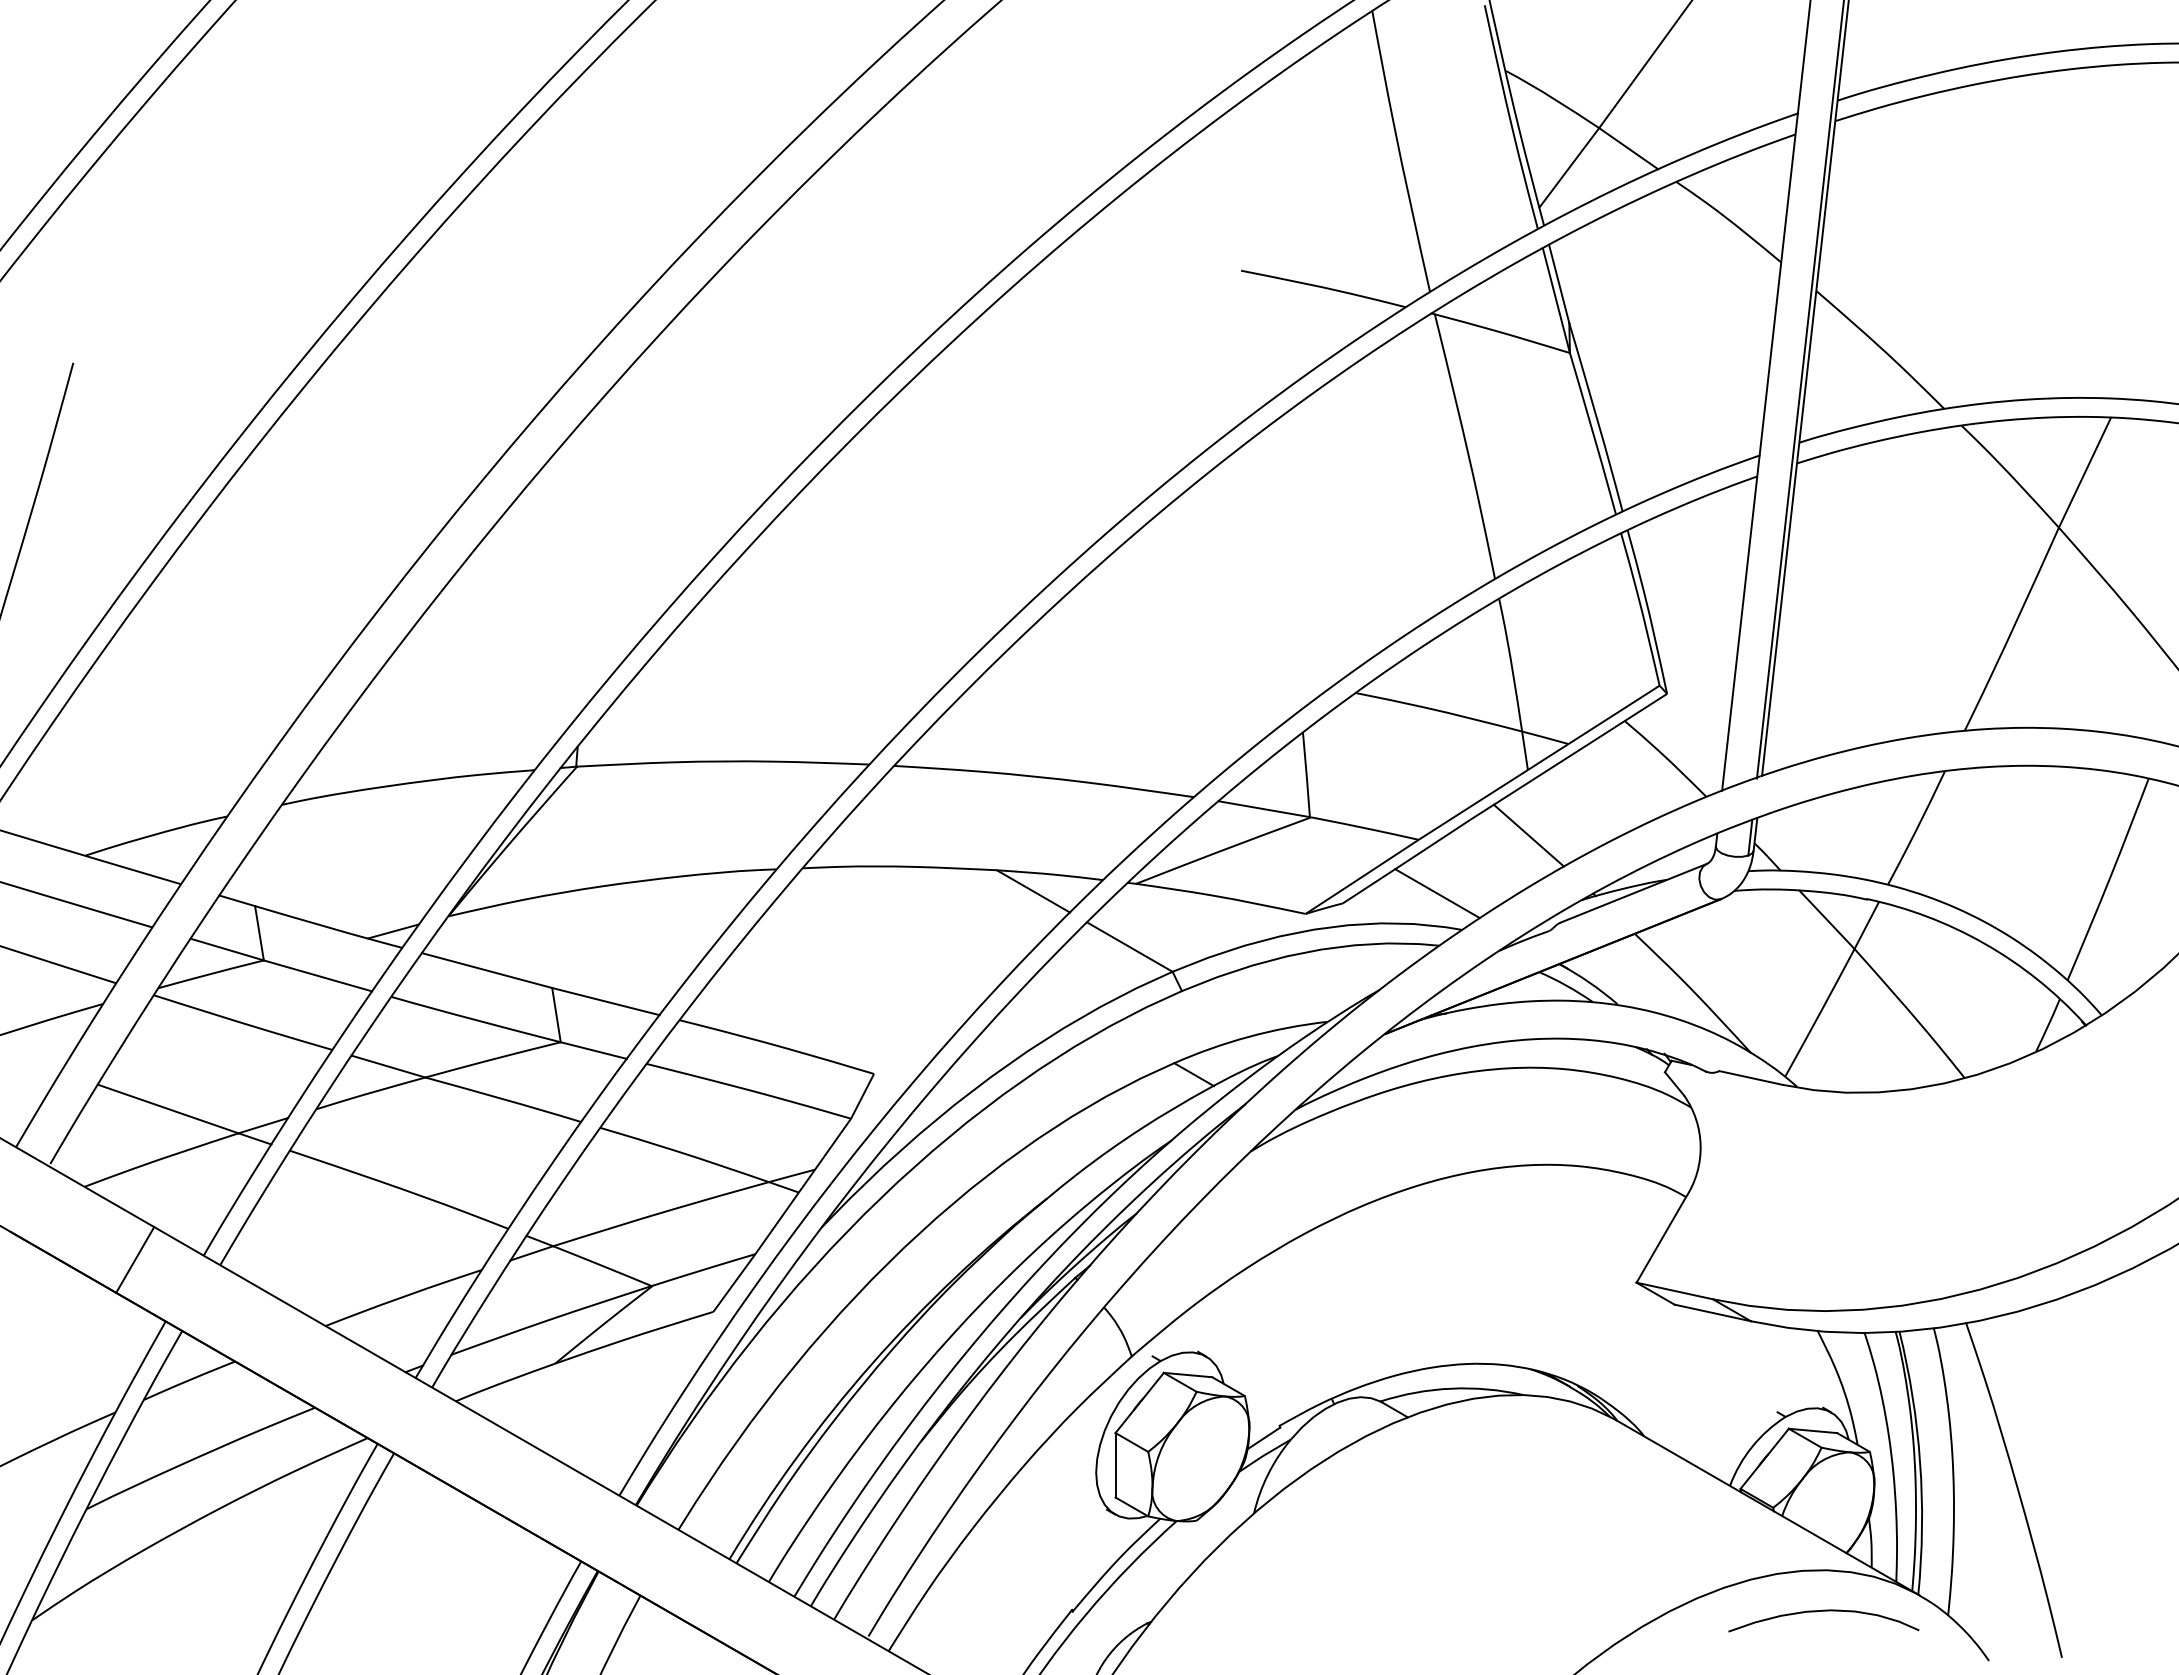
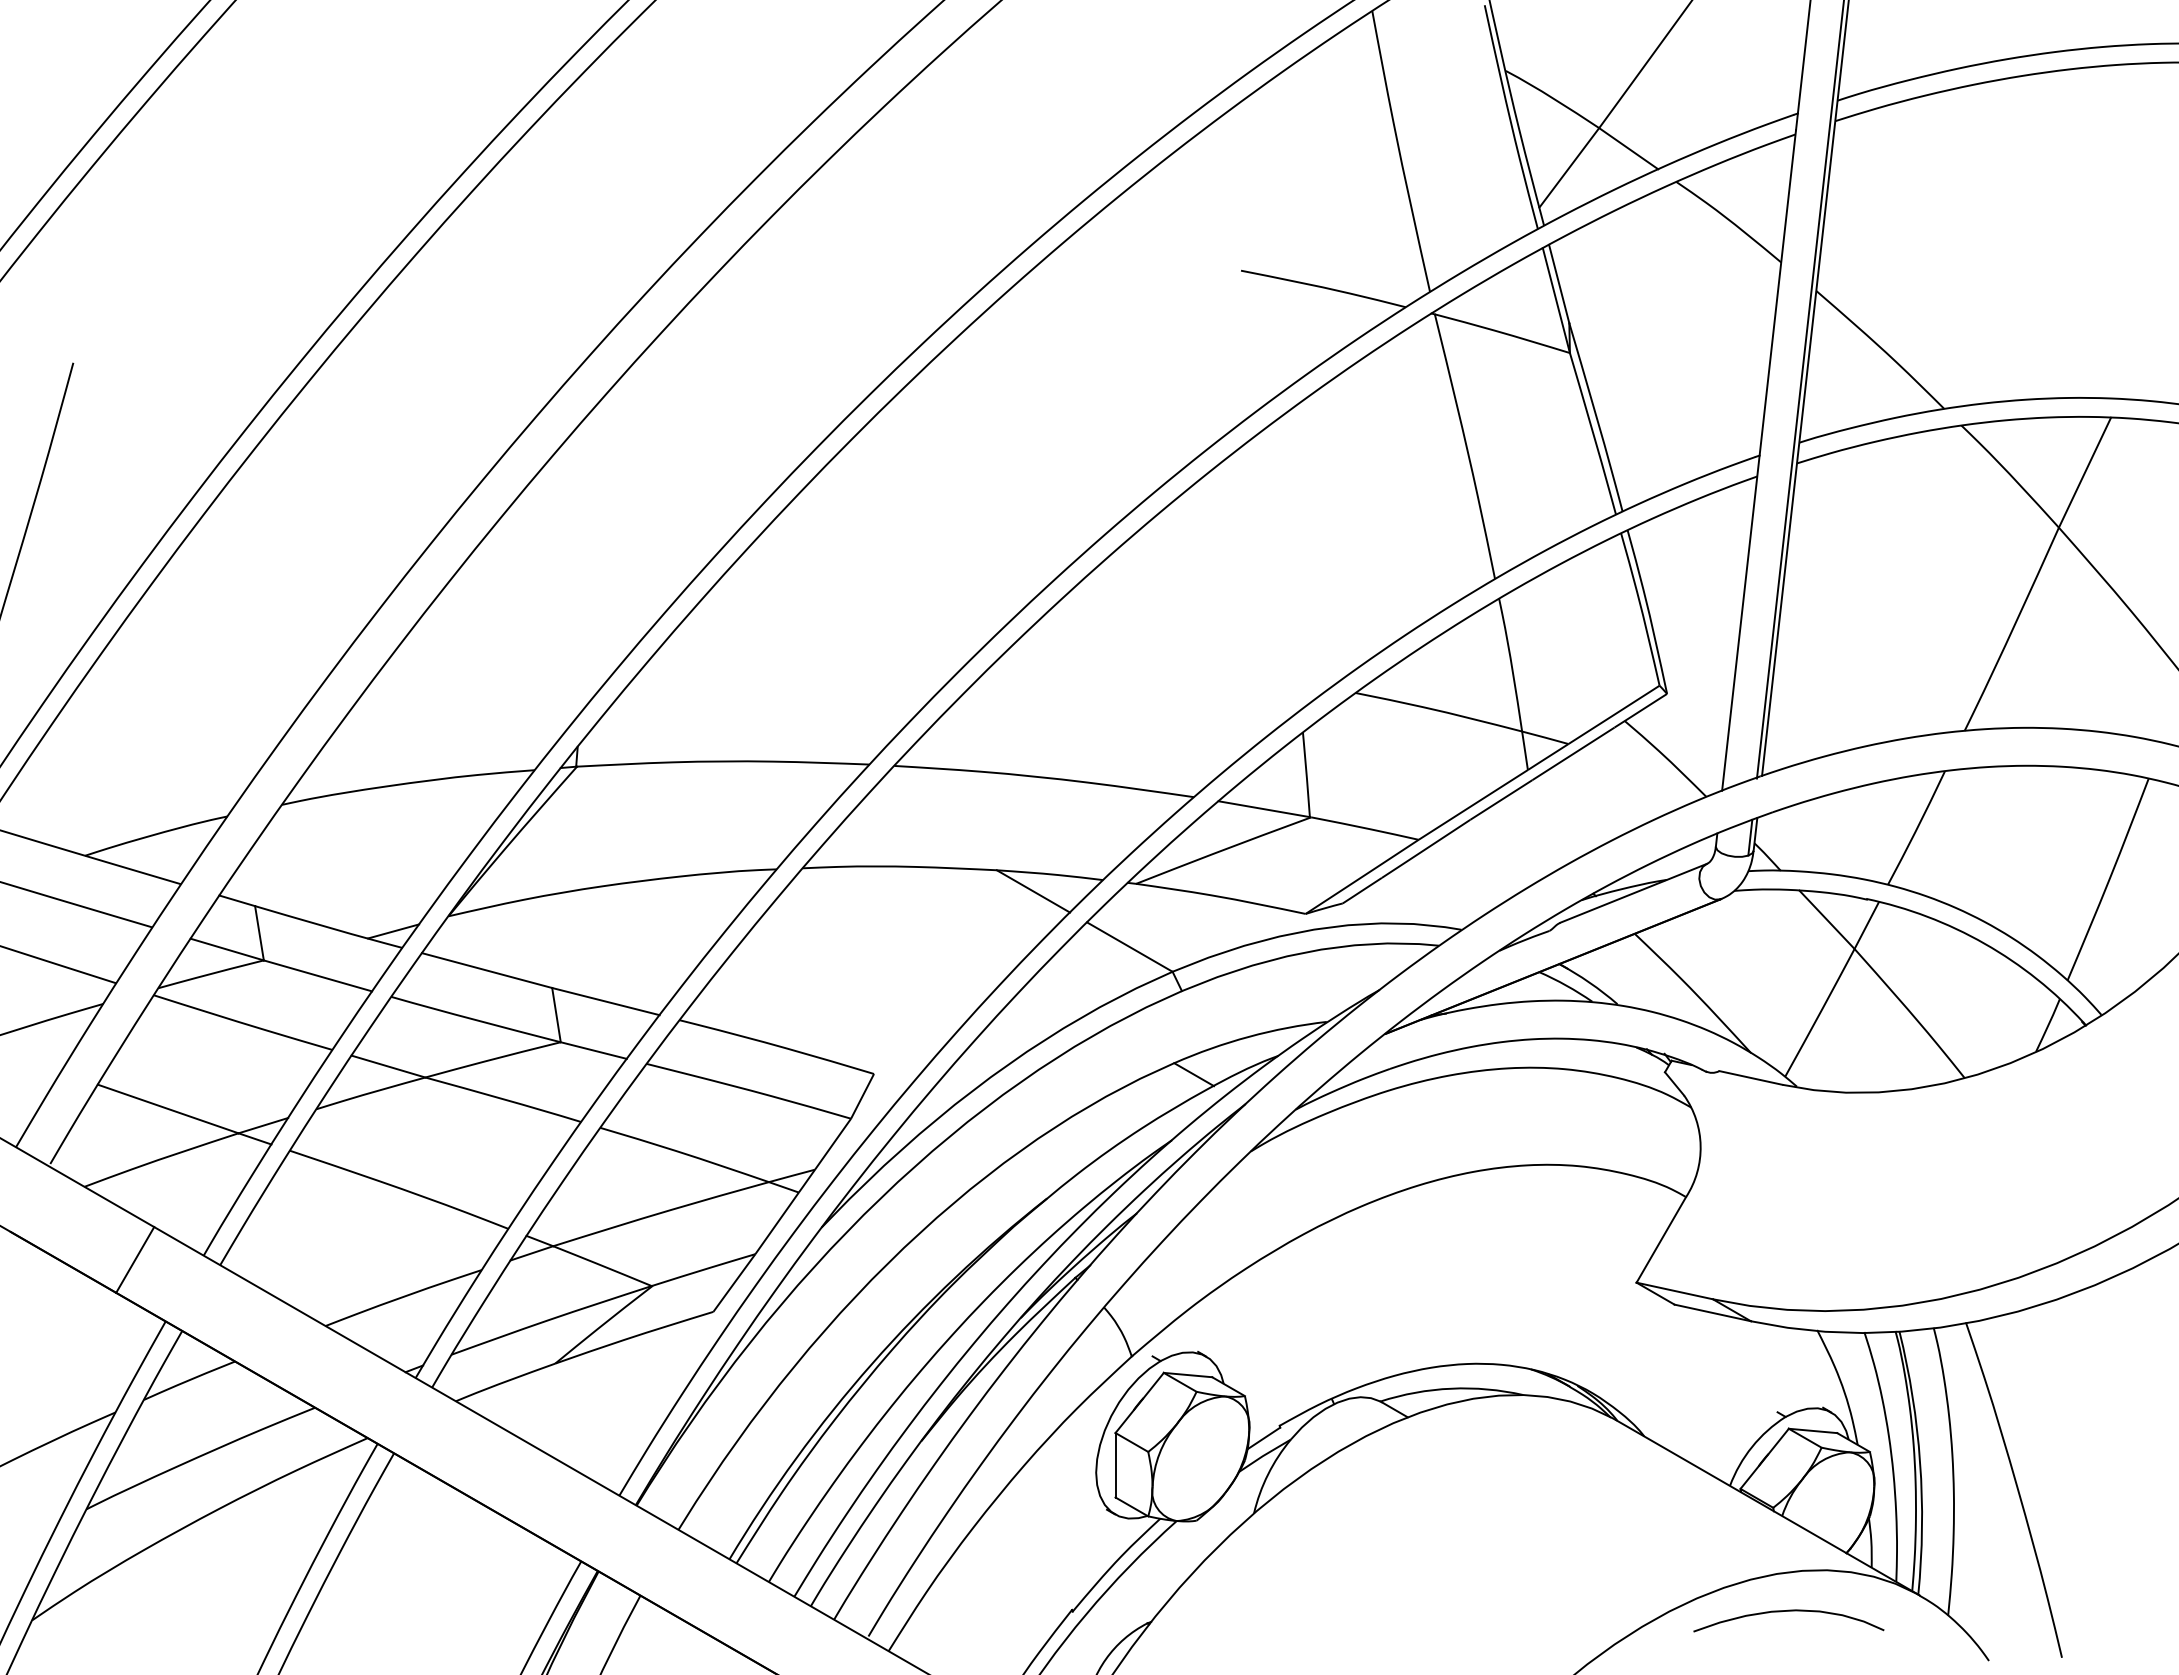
line at (1528, 835): present -> none
line at (1437, 893): present -> none
curve at (1823, 1611) position: (1823, 1611) -> (1788, 1611)
